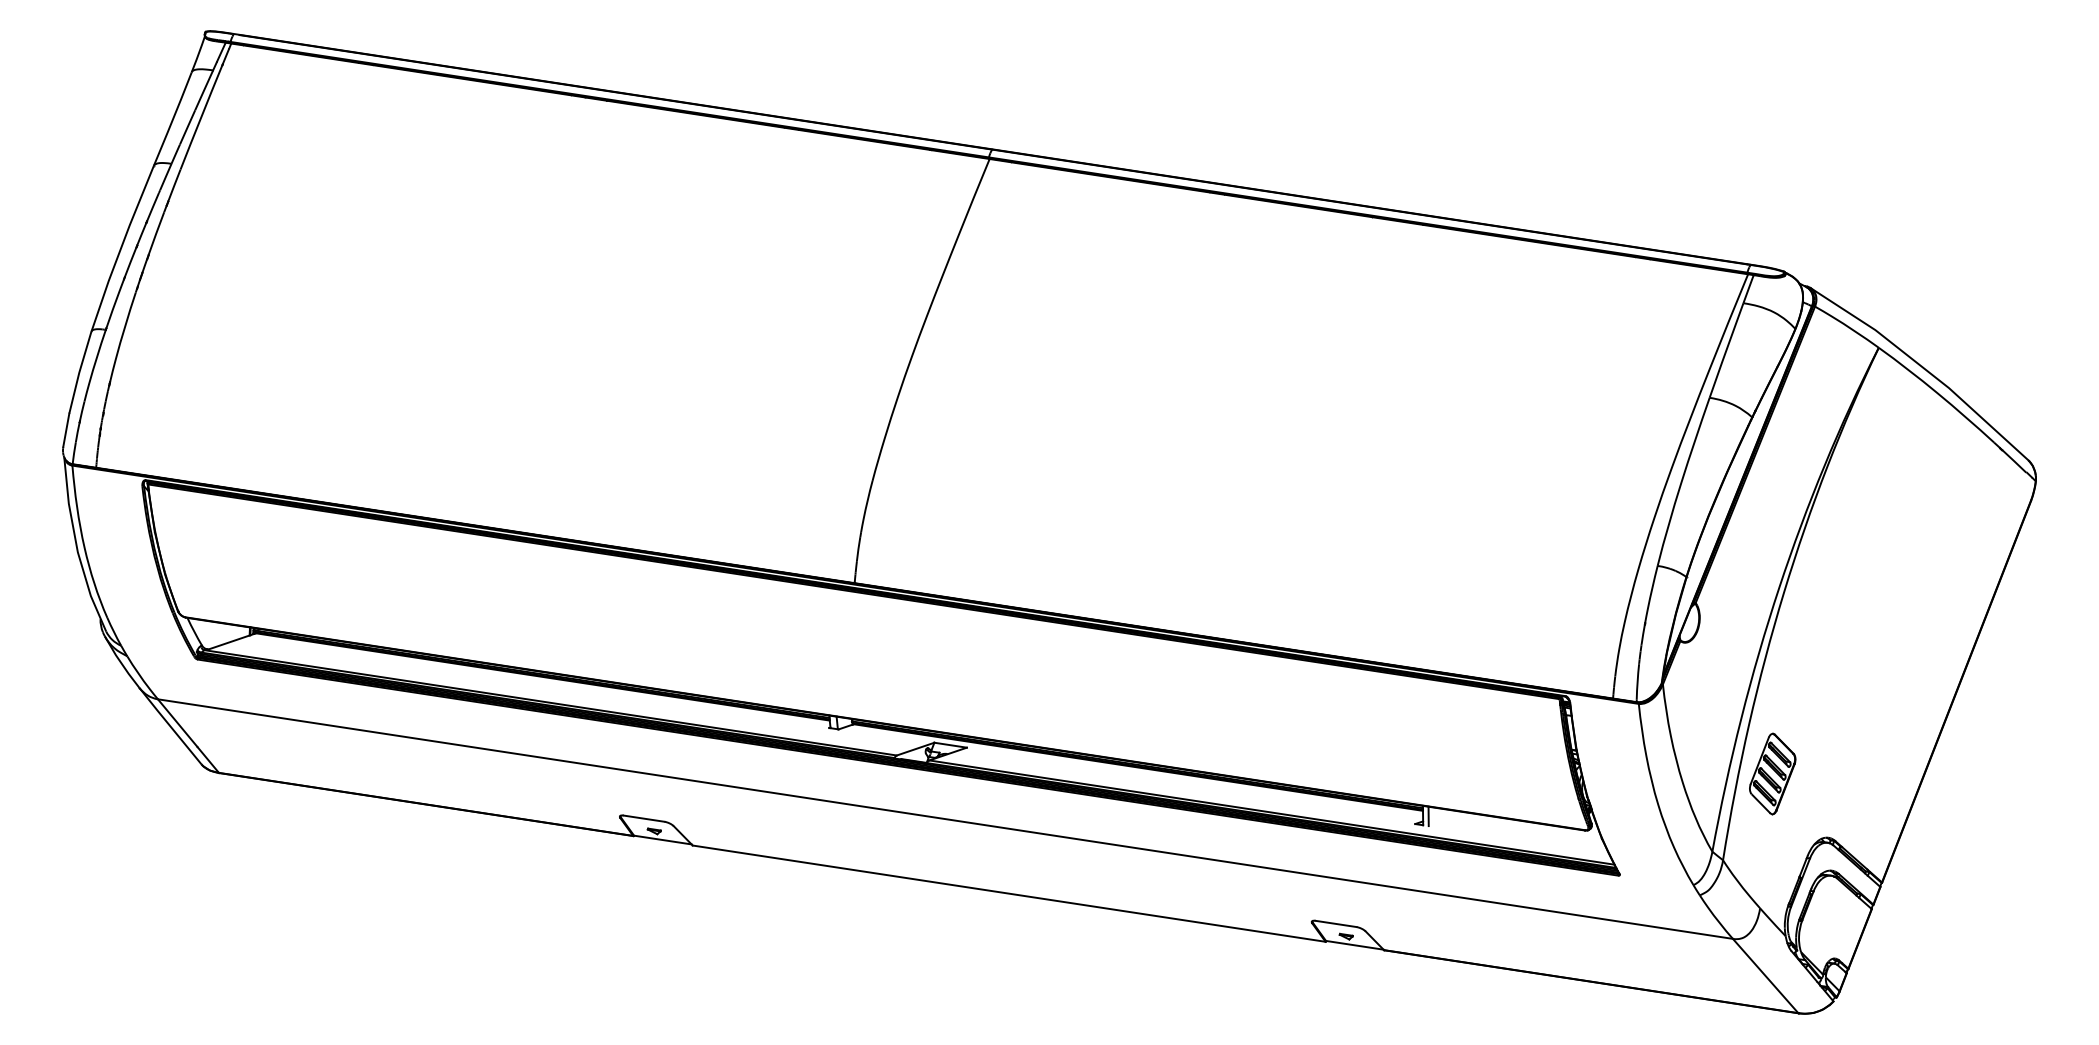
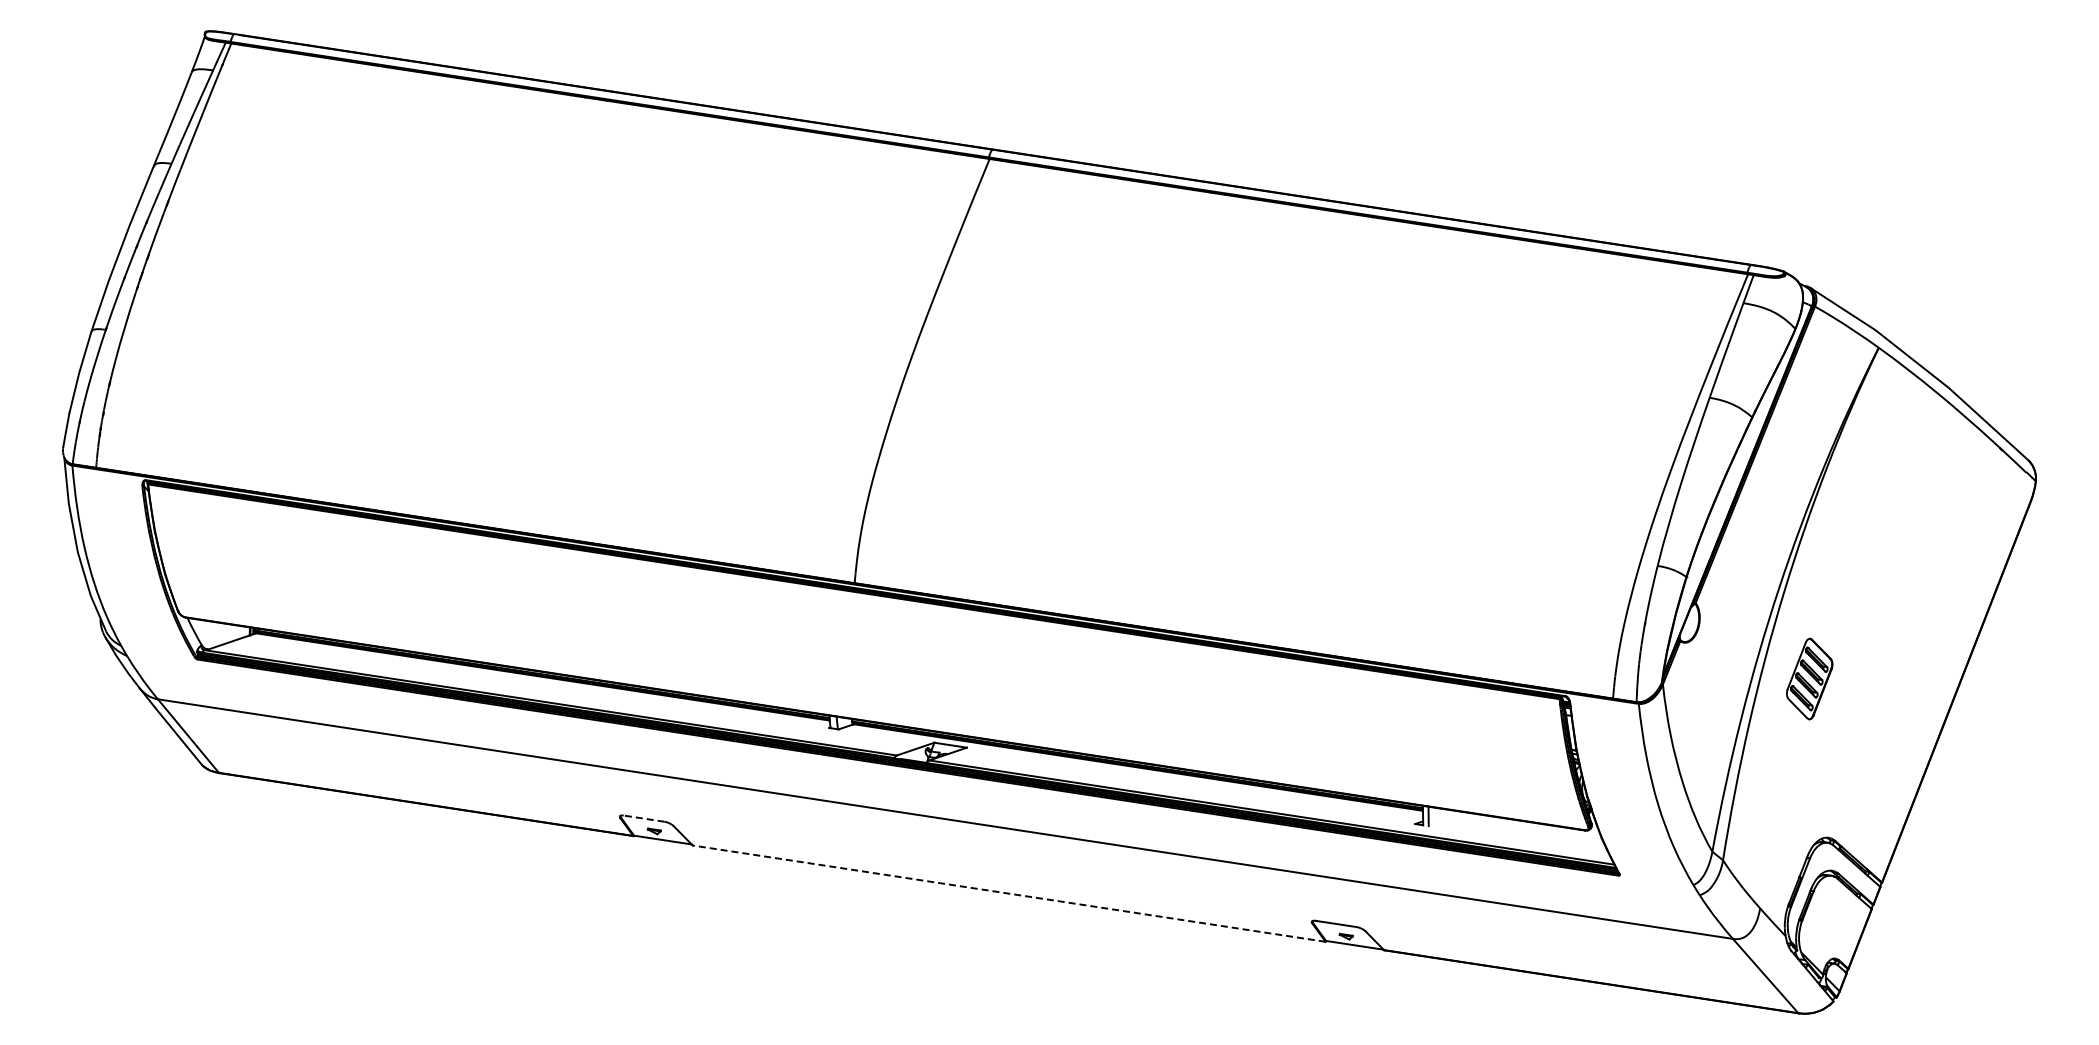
part at (1772, 773) position: (1772, 773) -> (1809, 678)
line at (644, 818): solid -> dashed
line at (1008, 893): solid -> dashed
